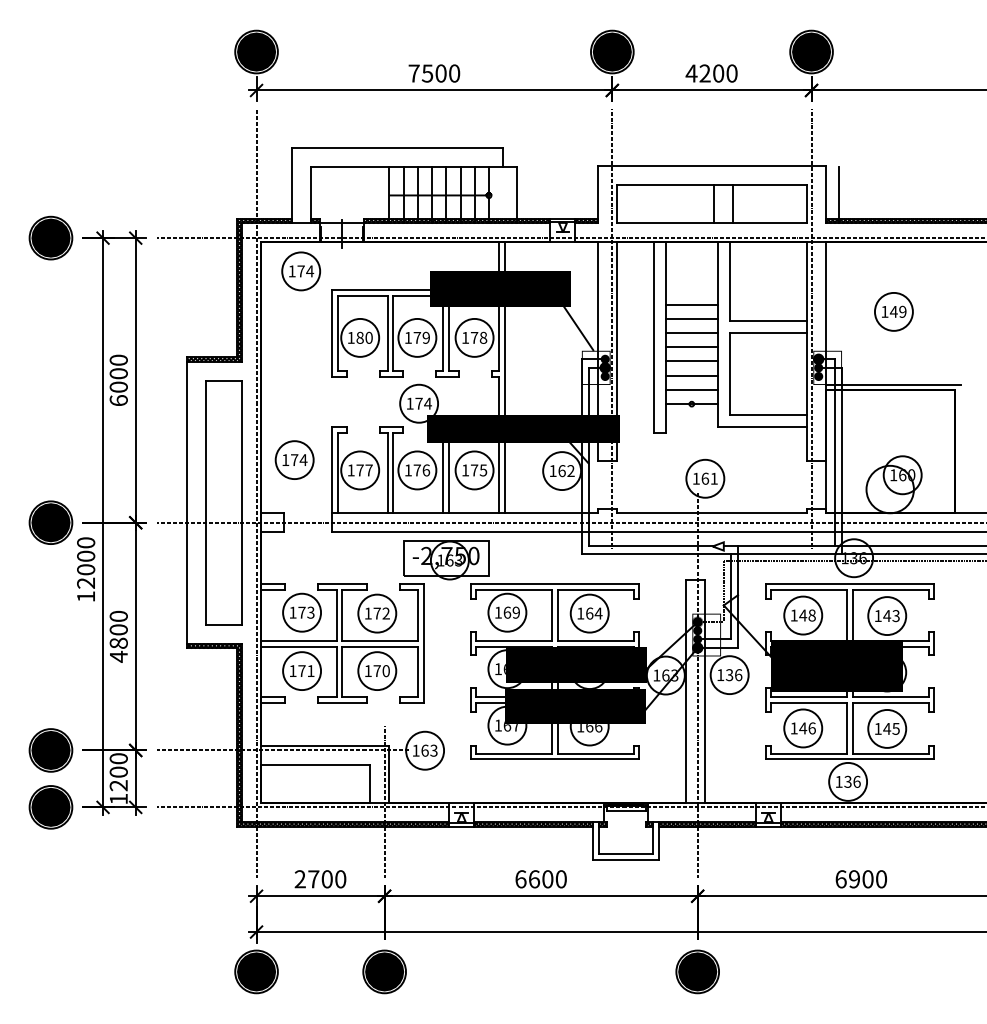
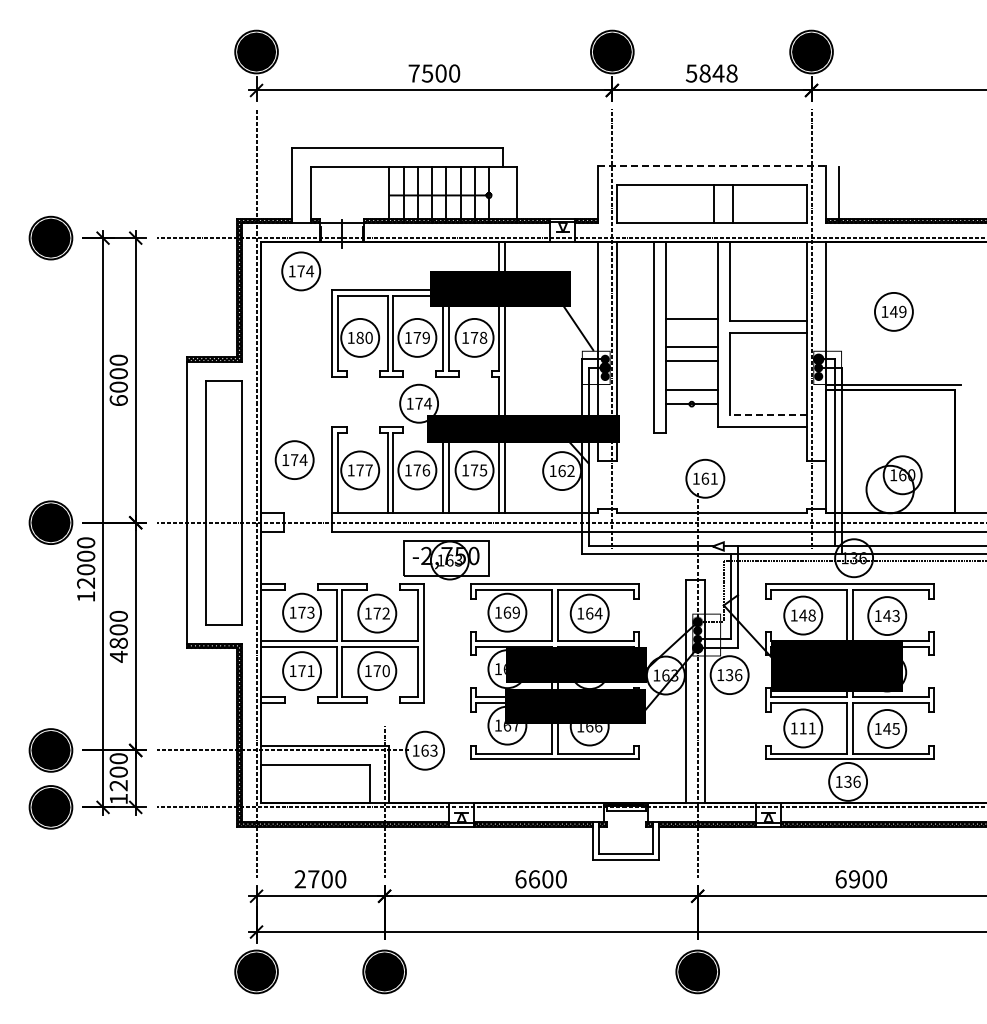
text at (711, 73): 4200 -> 5848
line at (711, 165): solid -> dashed
line at (691, 304): present -> none
line at (691, 333): present -> none
line at (691, 375): present -> none
line at (768, 415): solid -> dashed
text at (807, 728): 146 -> 111
